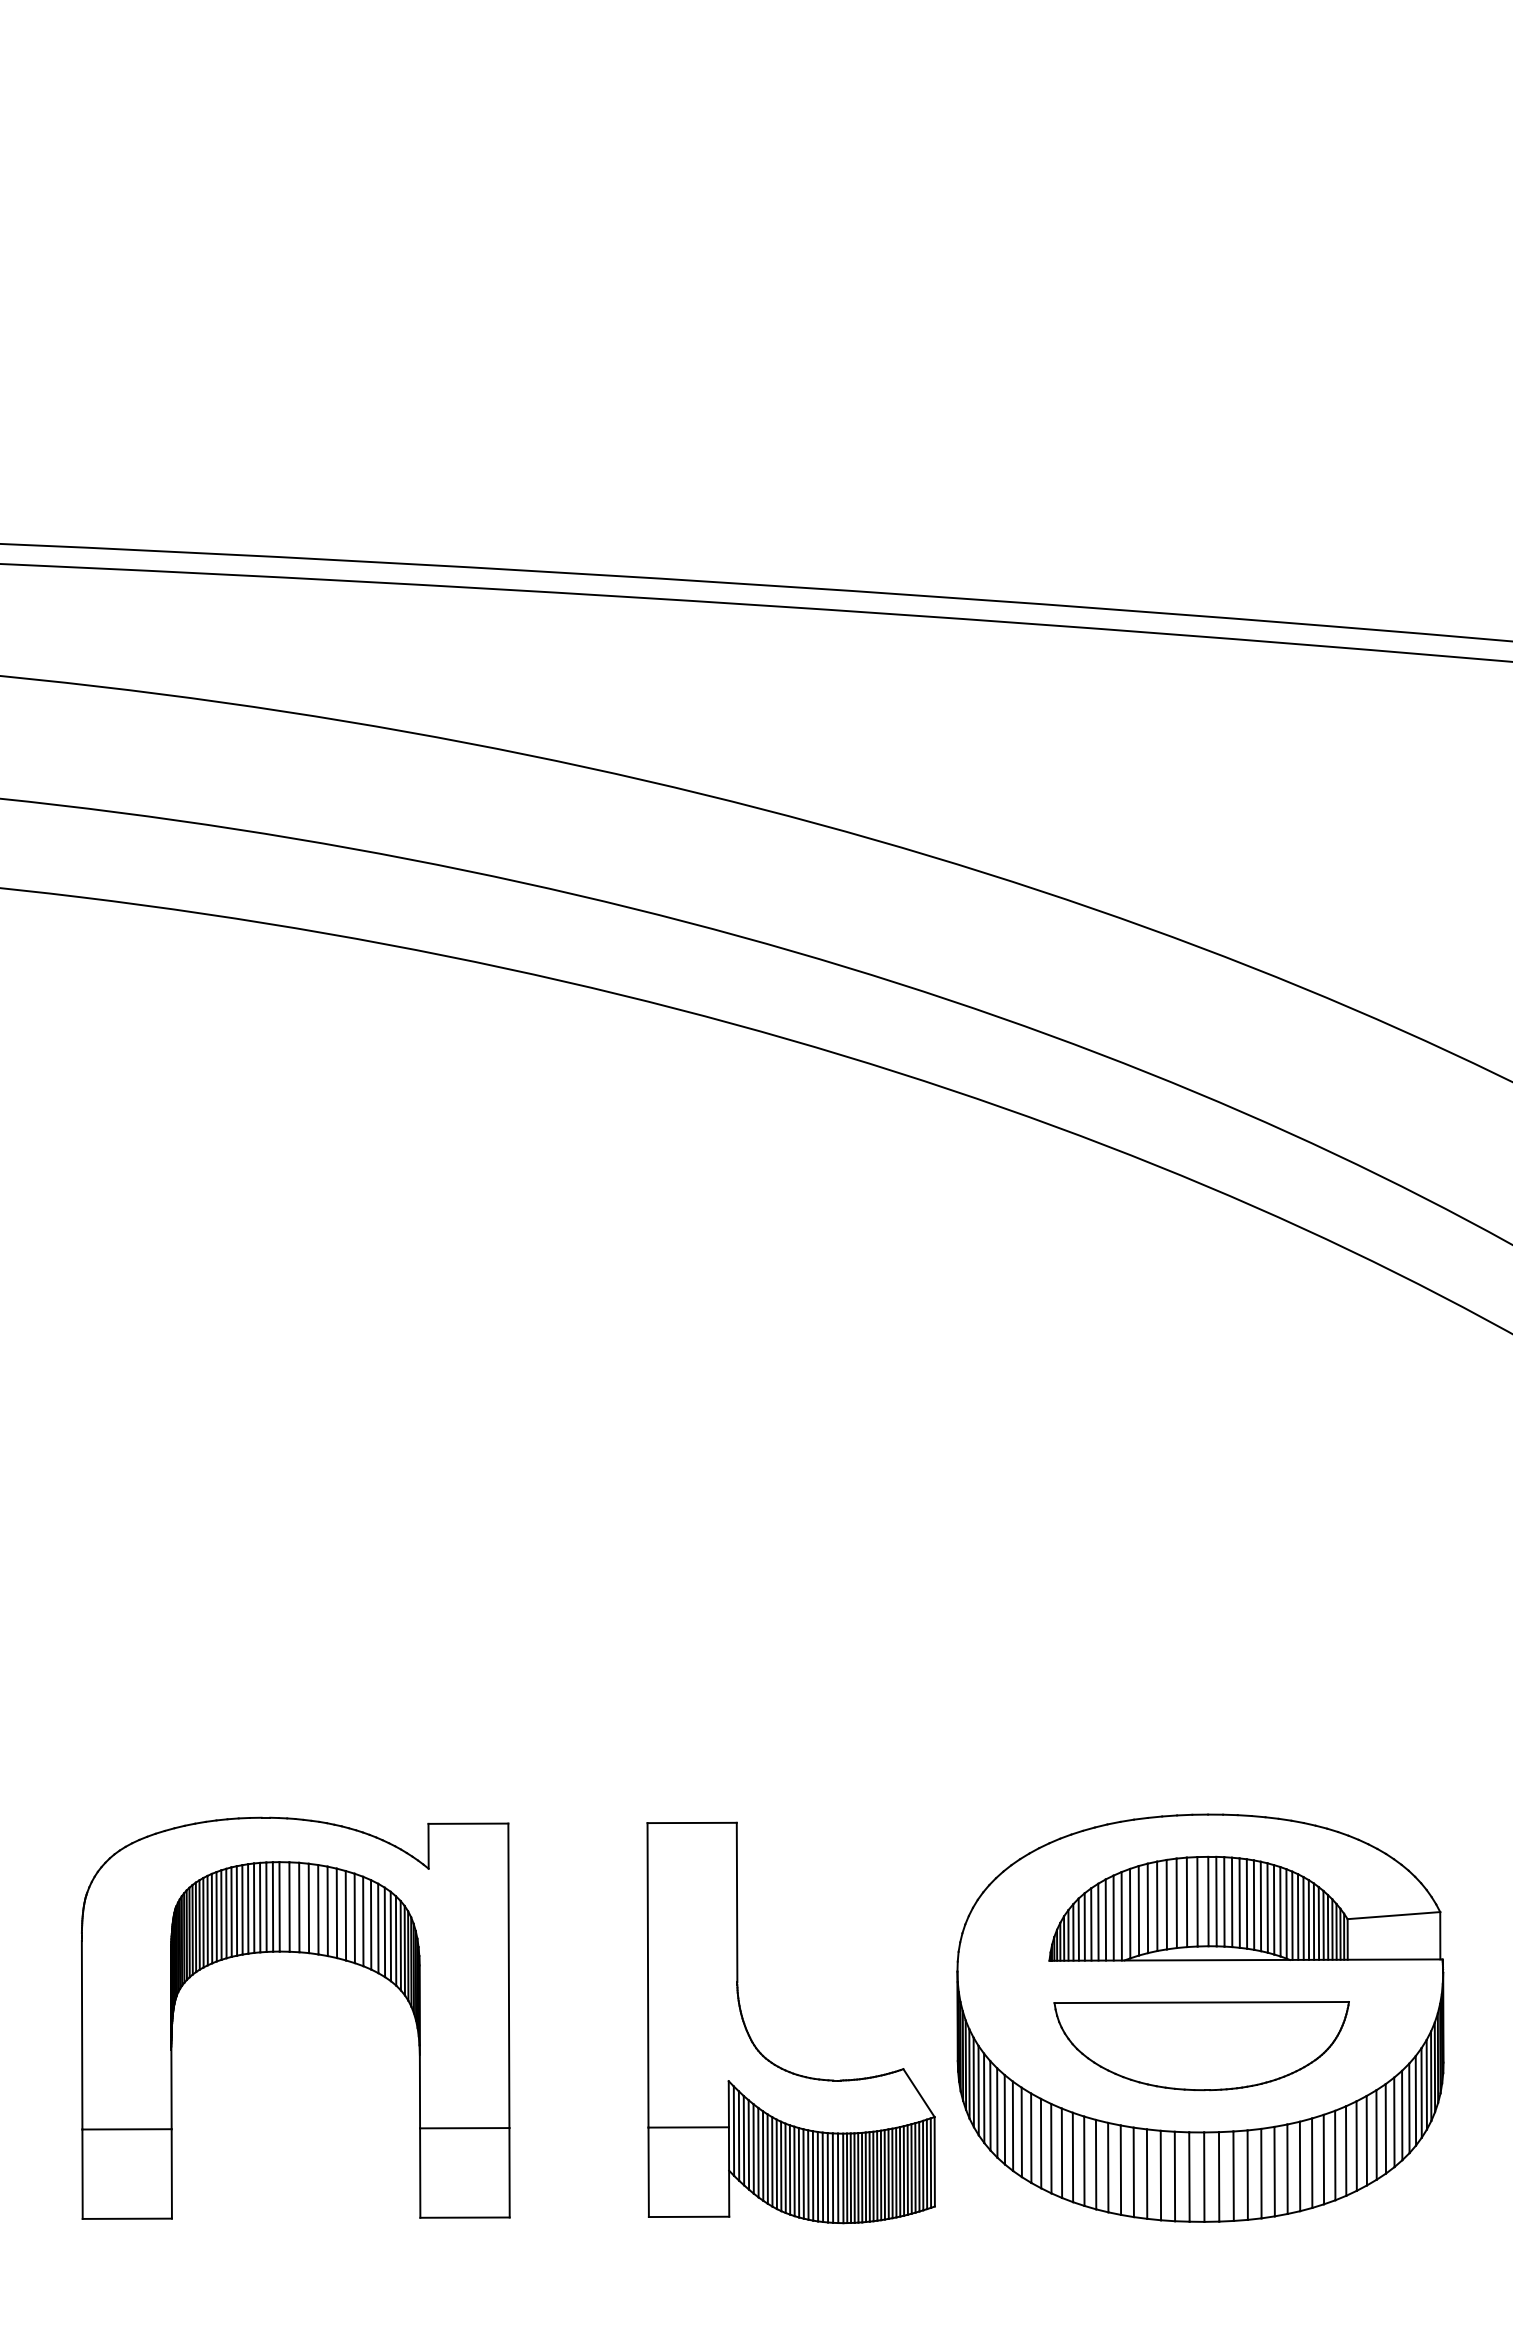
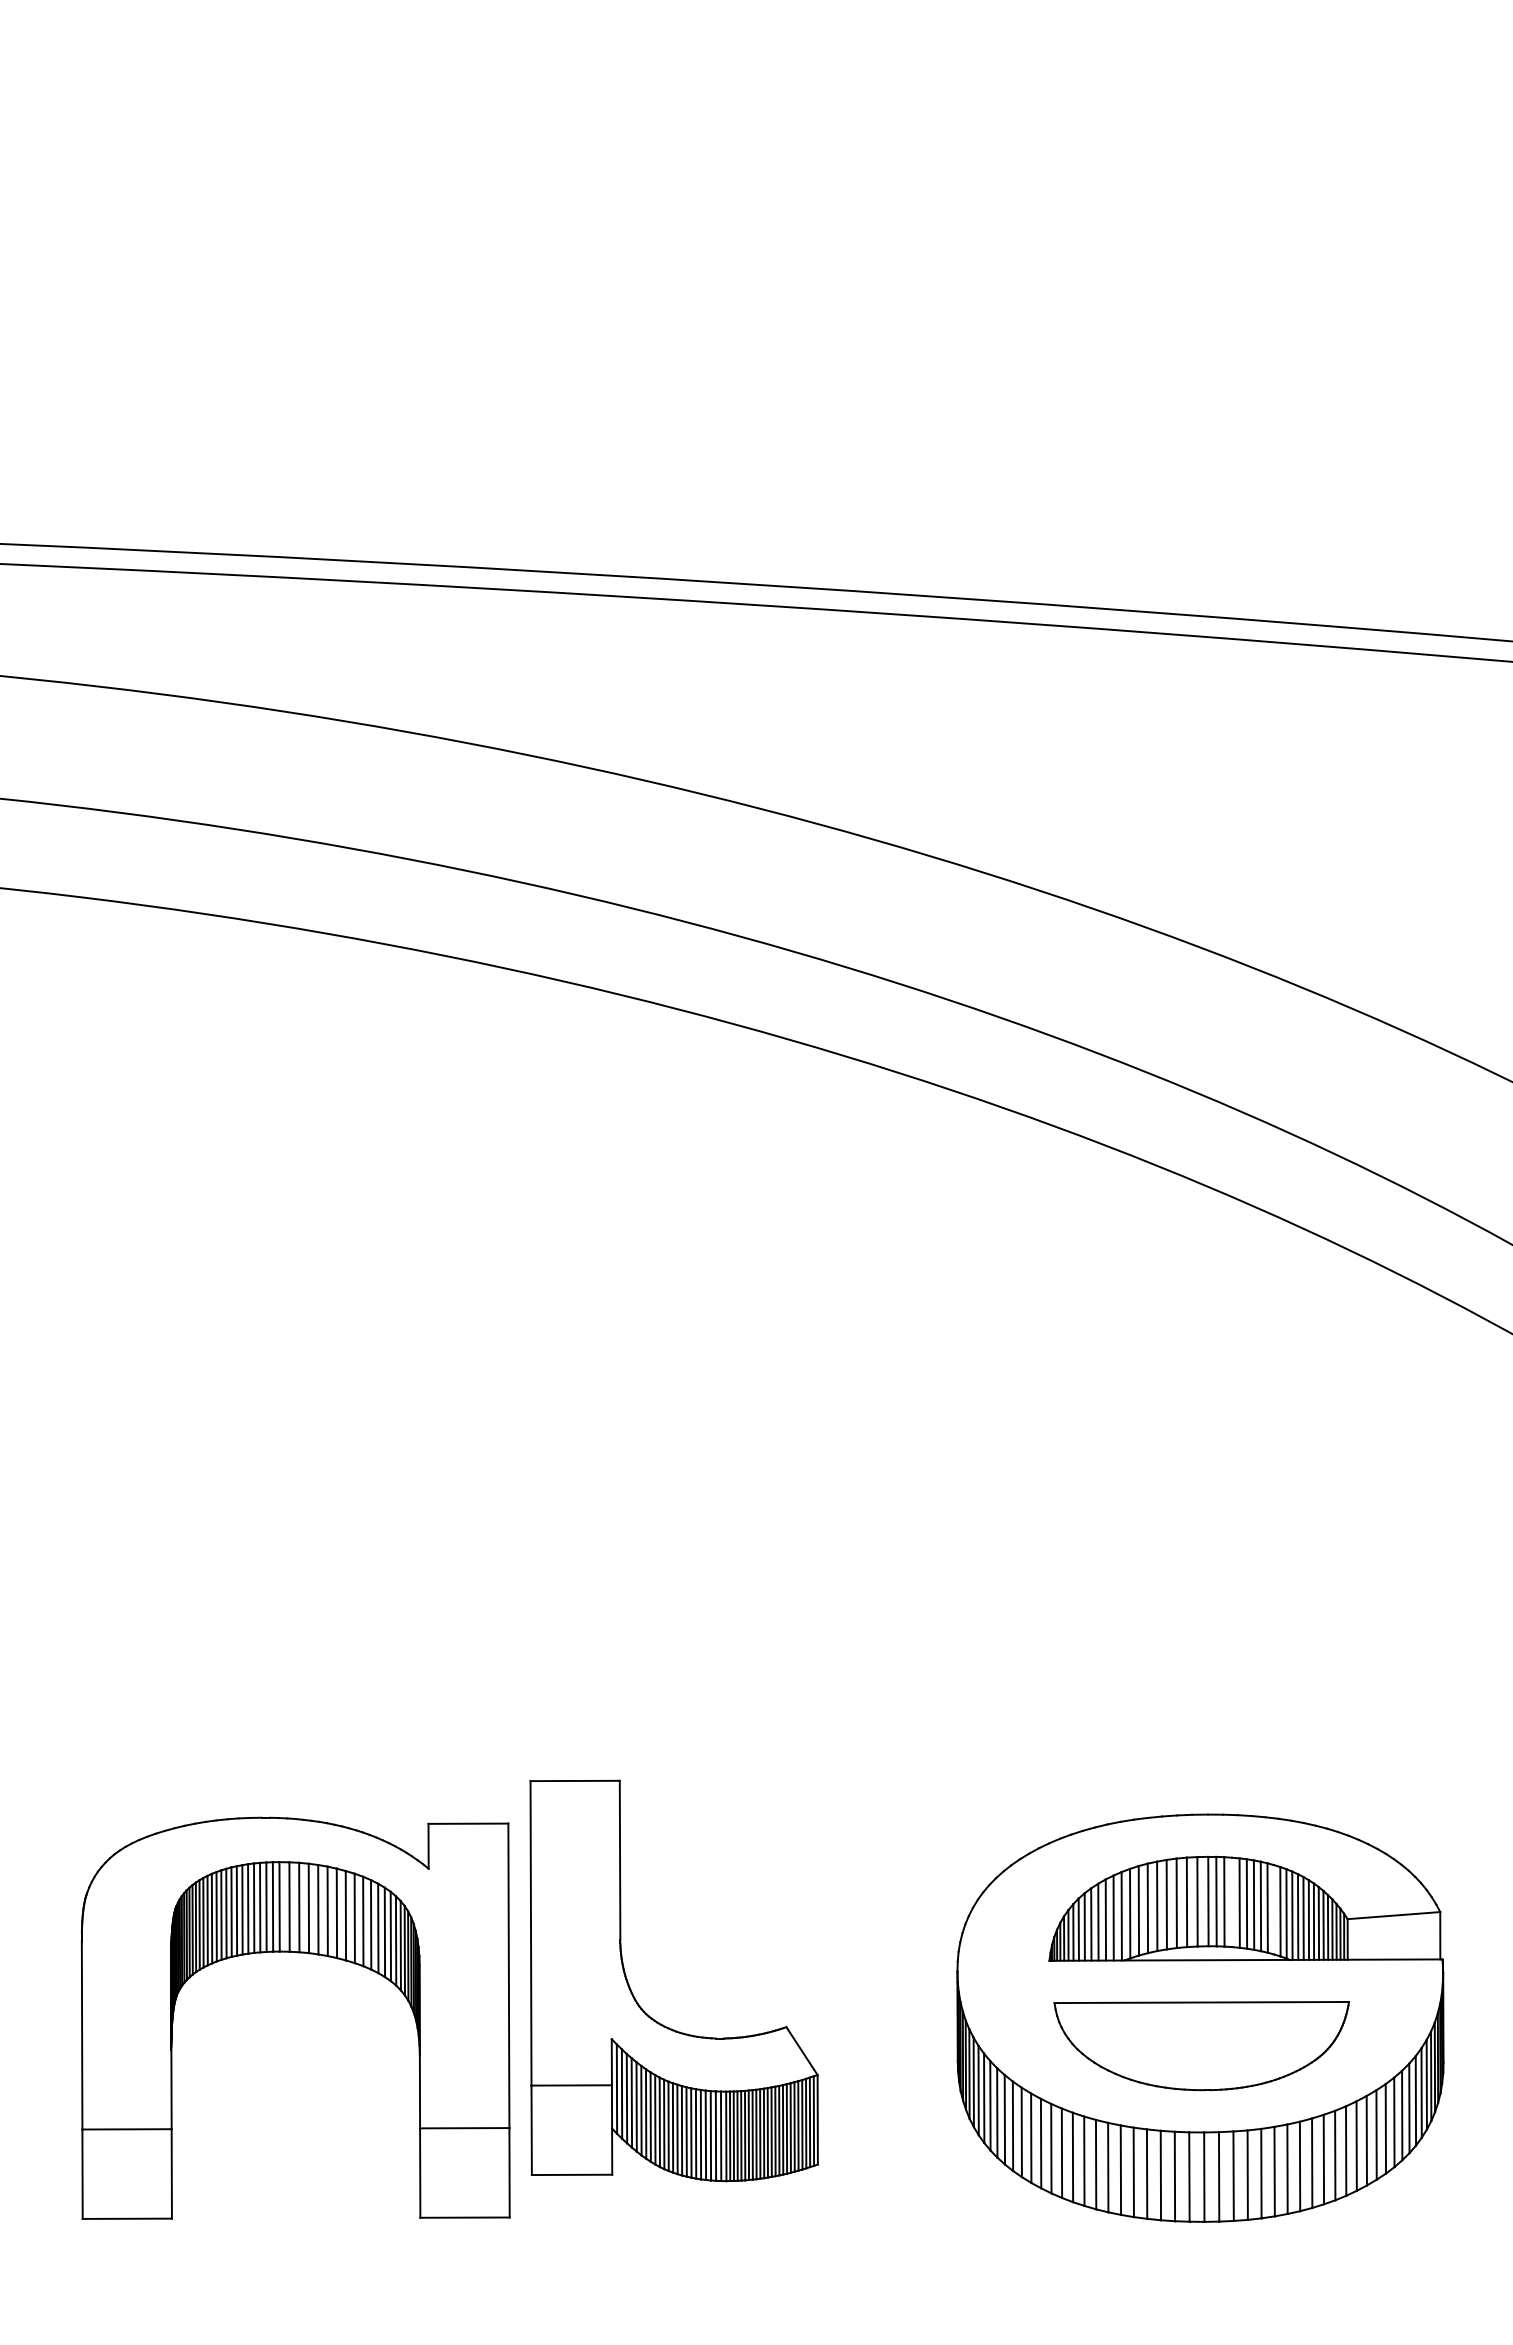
line at (1232, 1902): present -> none
line at (1273, 1909): present -> none
part at (753, 2041) position: (753, 2041) -> (636, 1999)
